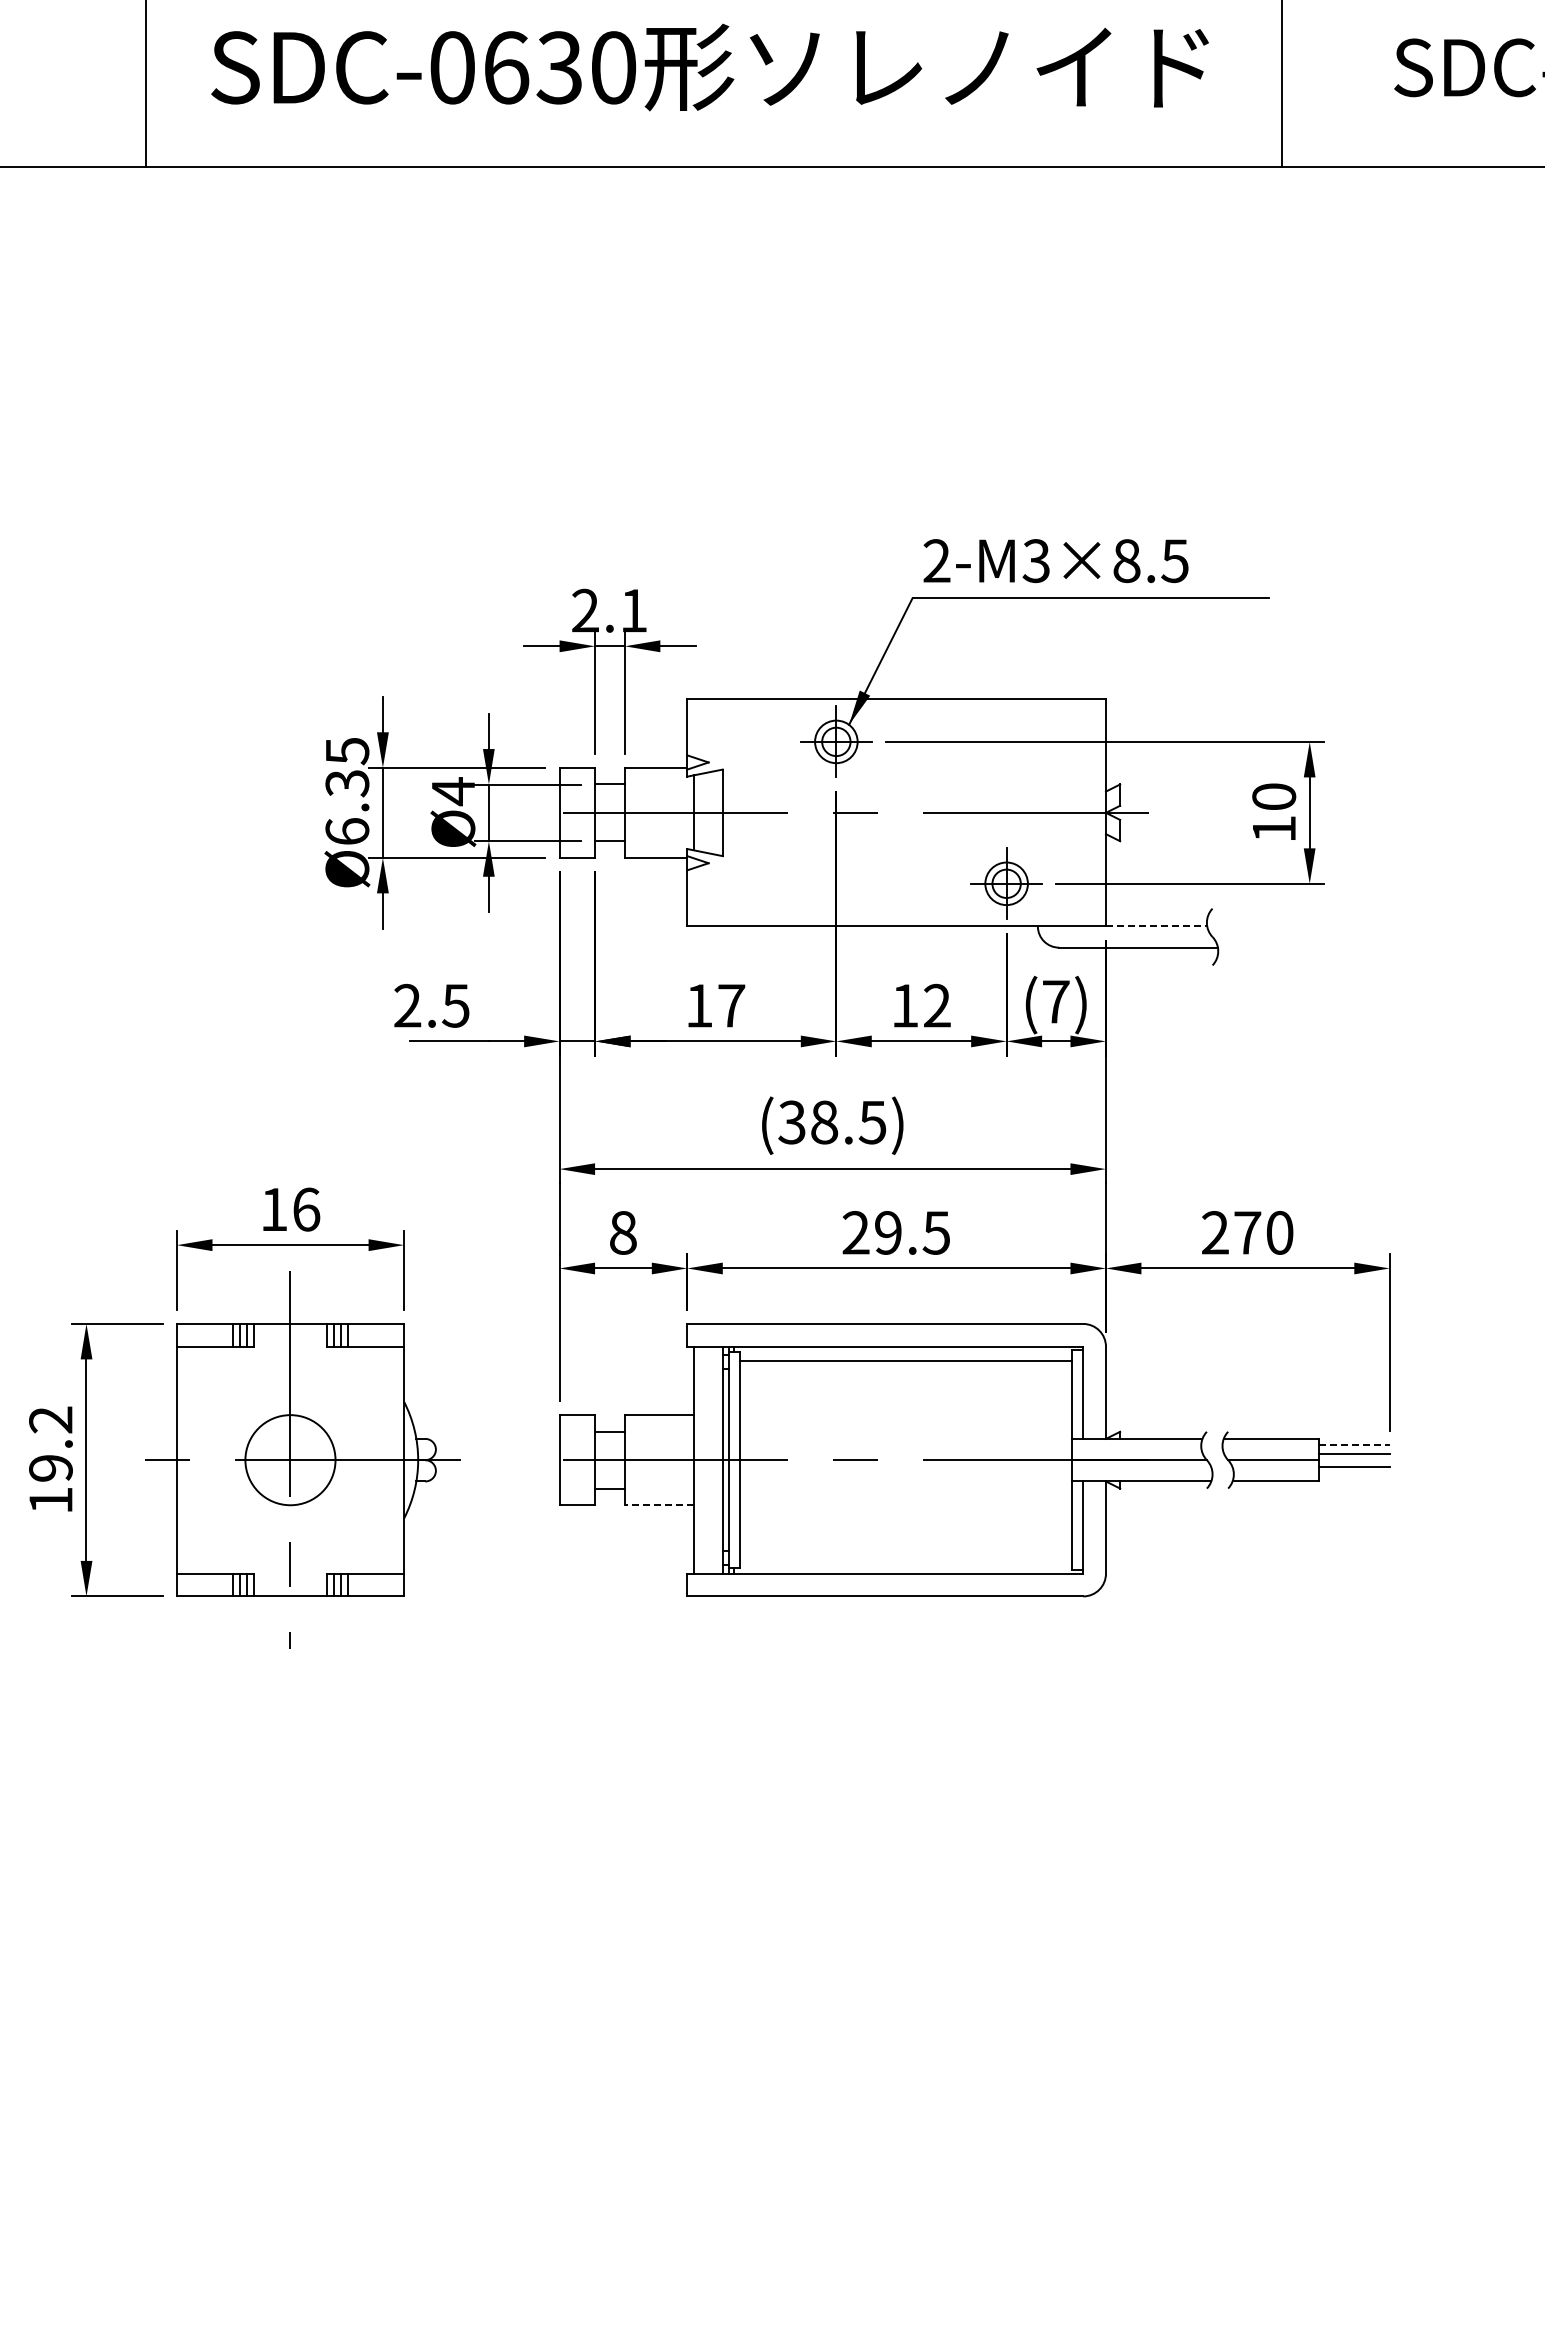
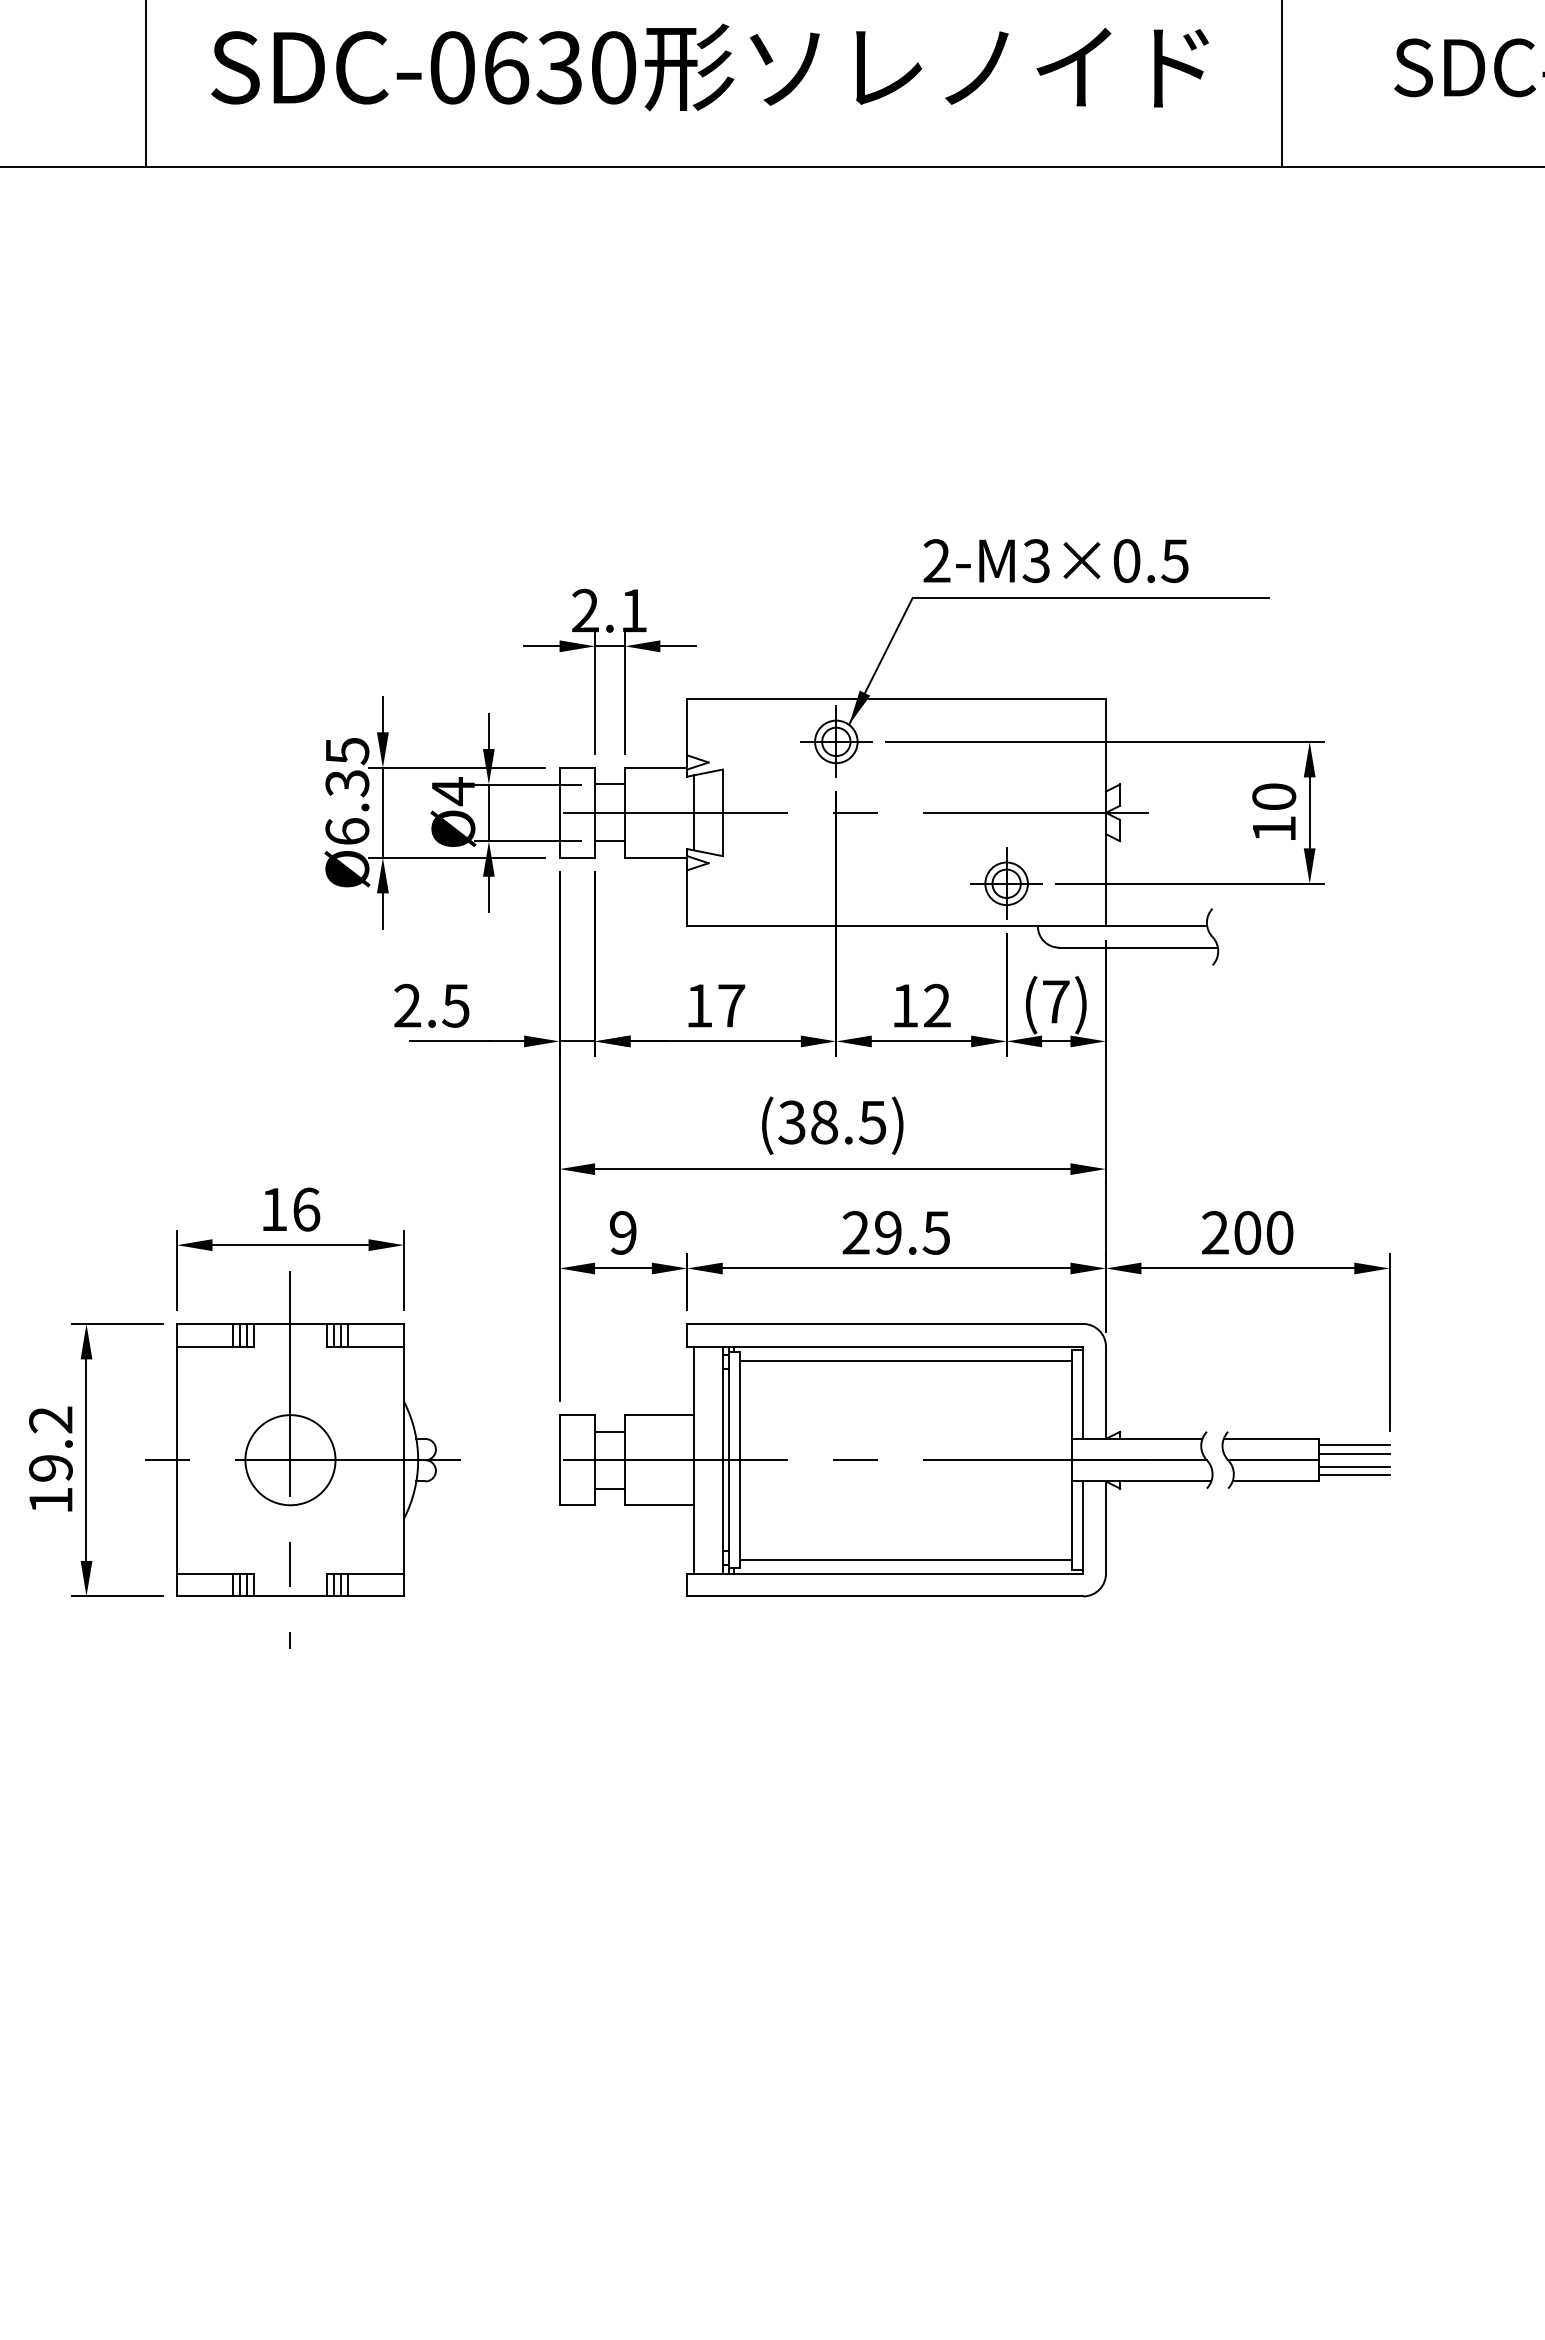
text at (1126, 560): 2-M3×8.5 -> 2-M3×0.5
line at (1156, 926): dashed -> solid
text at (623, 1232): 8 -> 9
text at (1247, 1232): 270 -> 200
line at (1354, 1445): dashed -> solid
line at (1353, 1475): none -> present
line at (659, 1505): dashed -> solid
line at (905, 1559): none -> present
